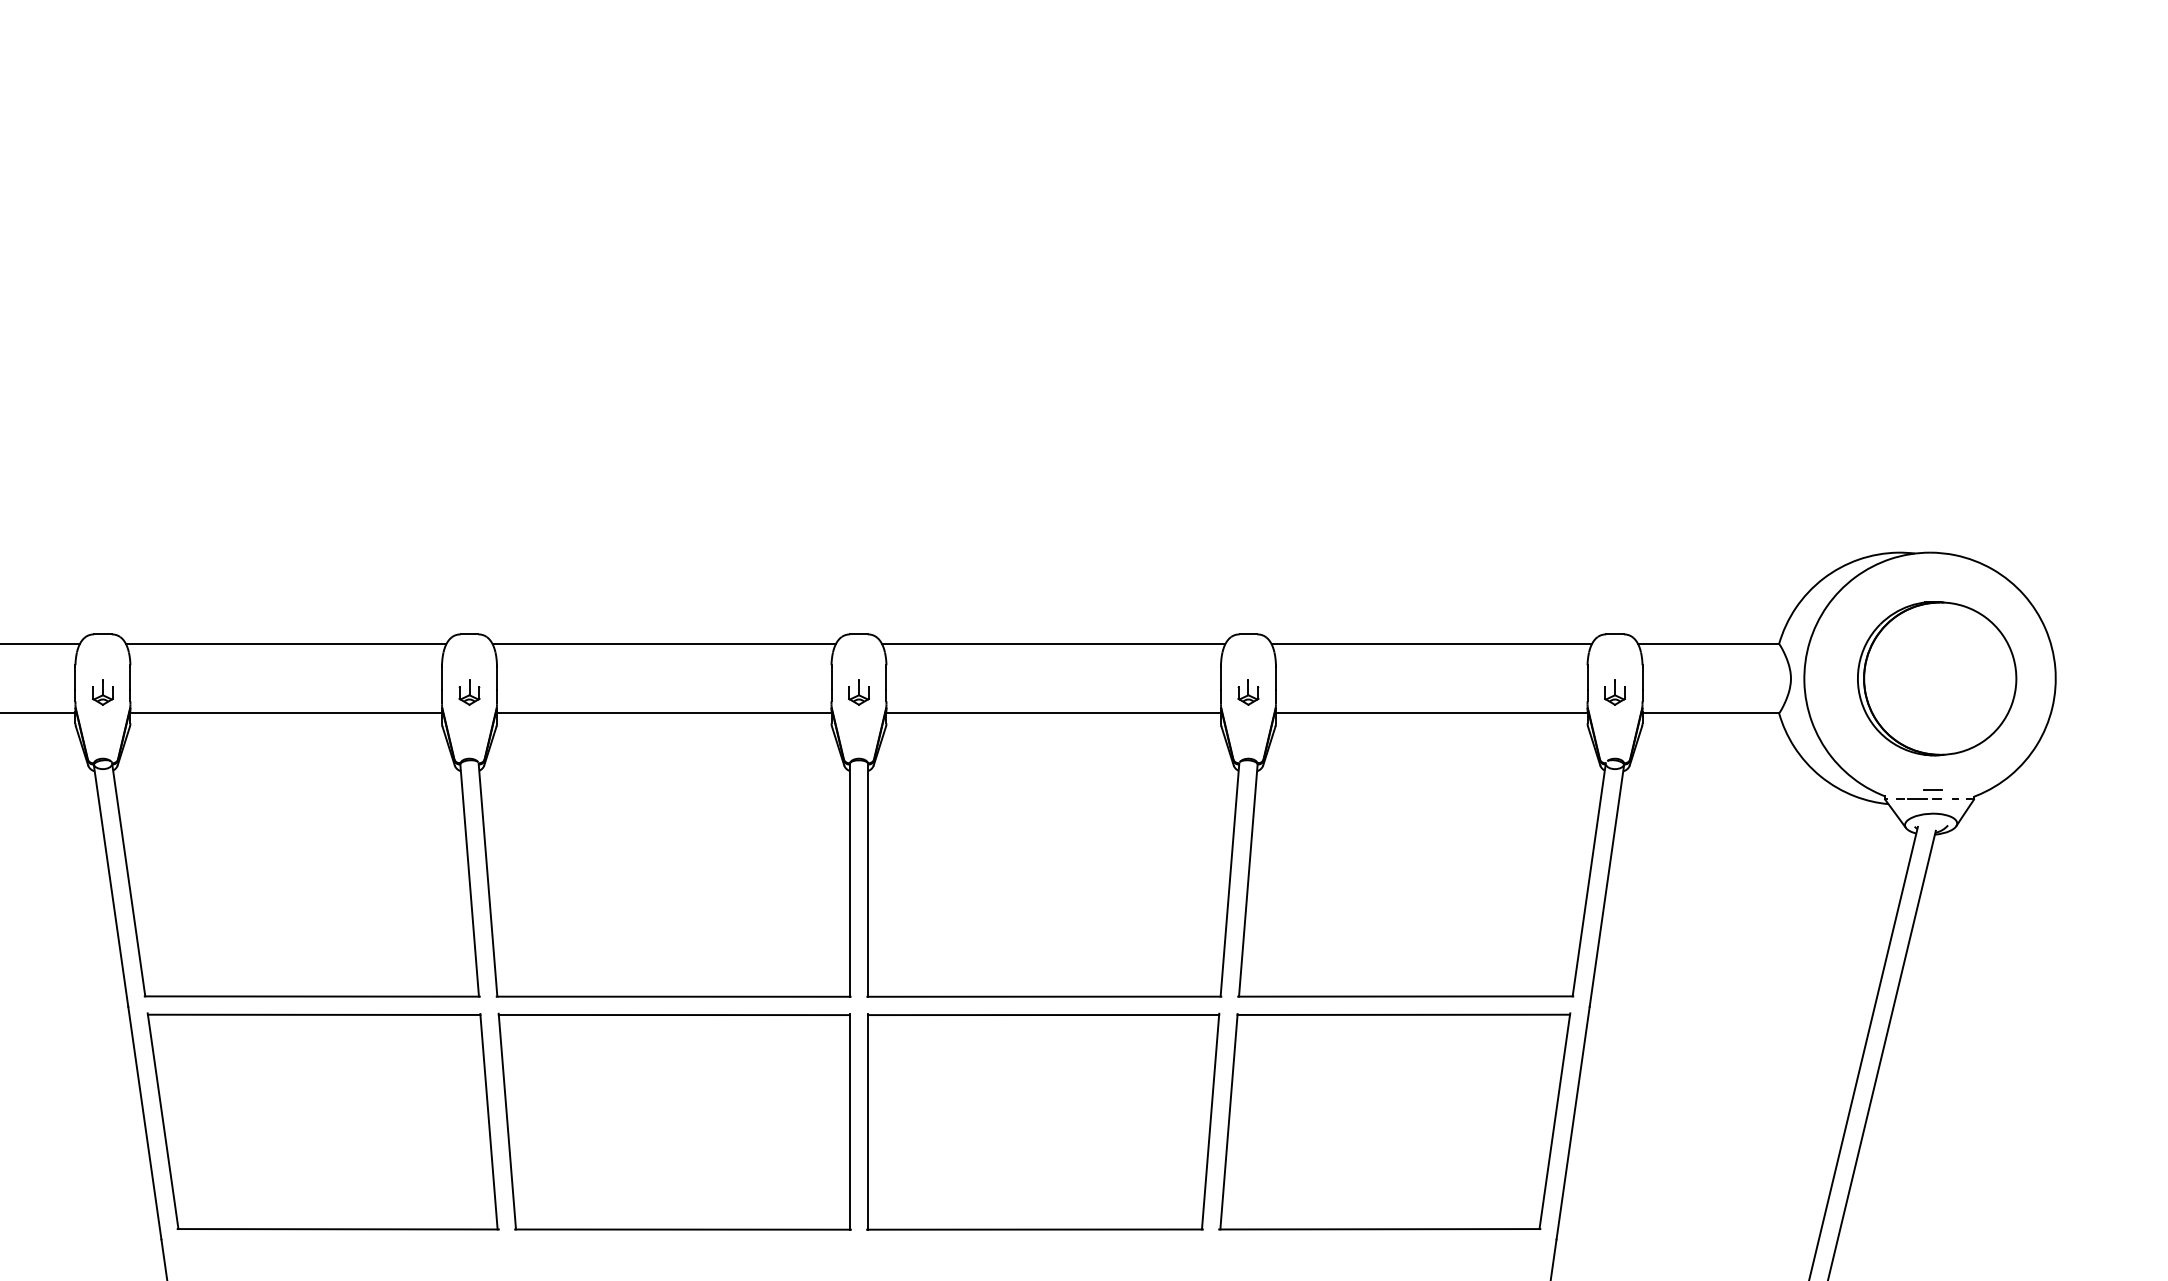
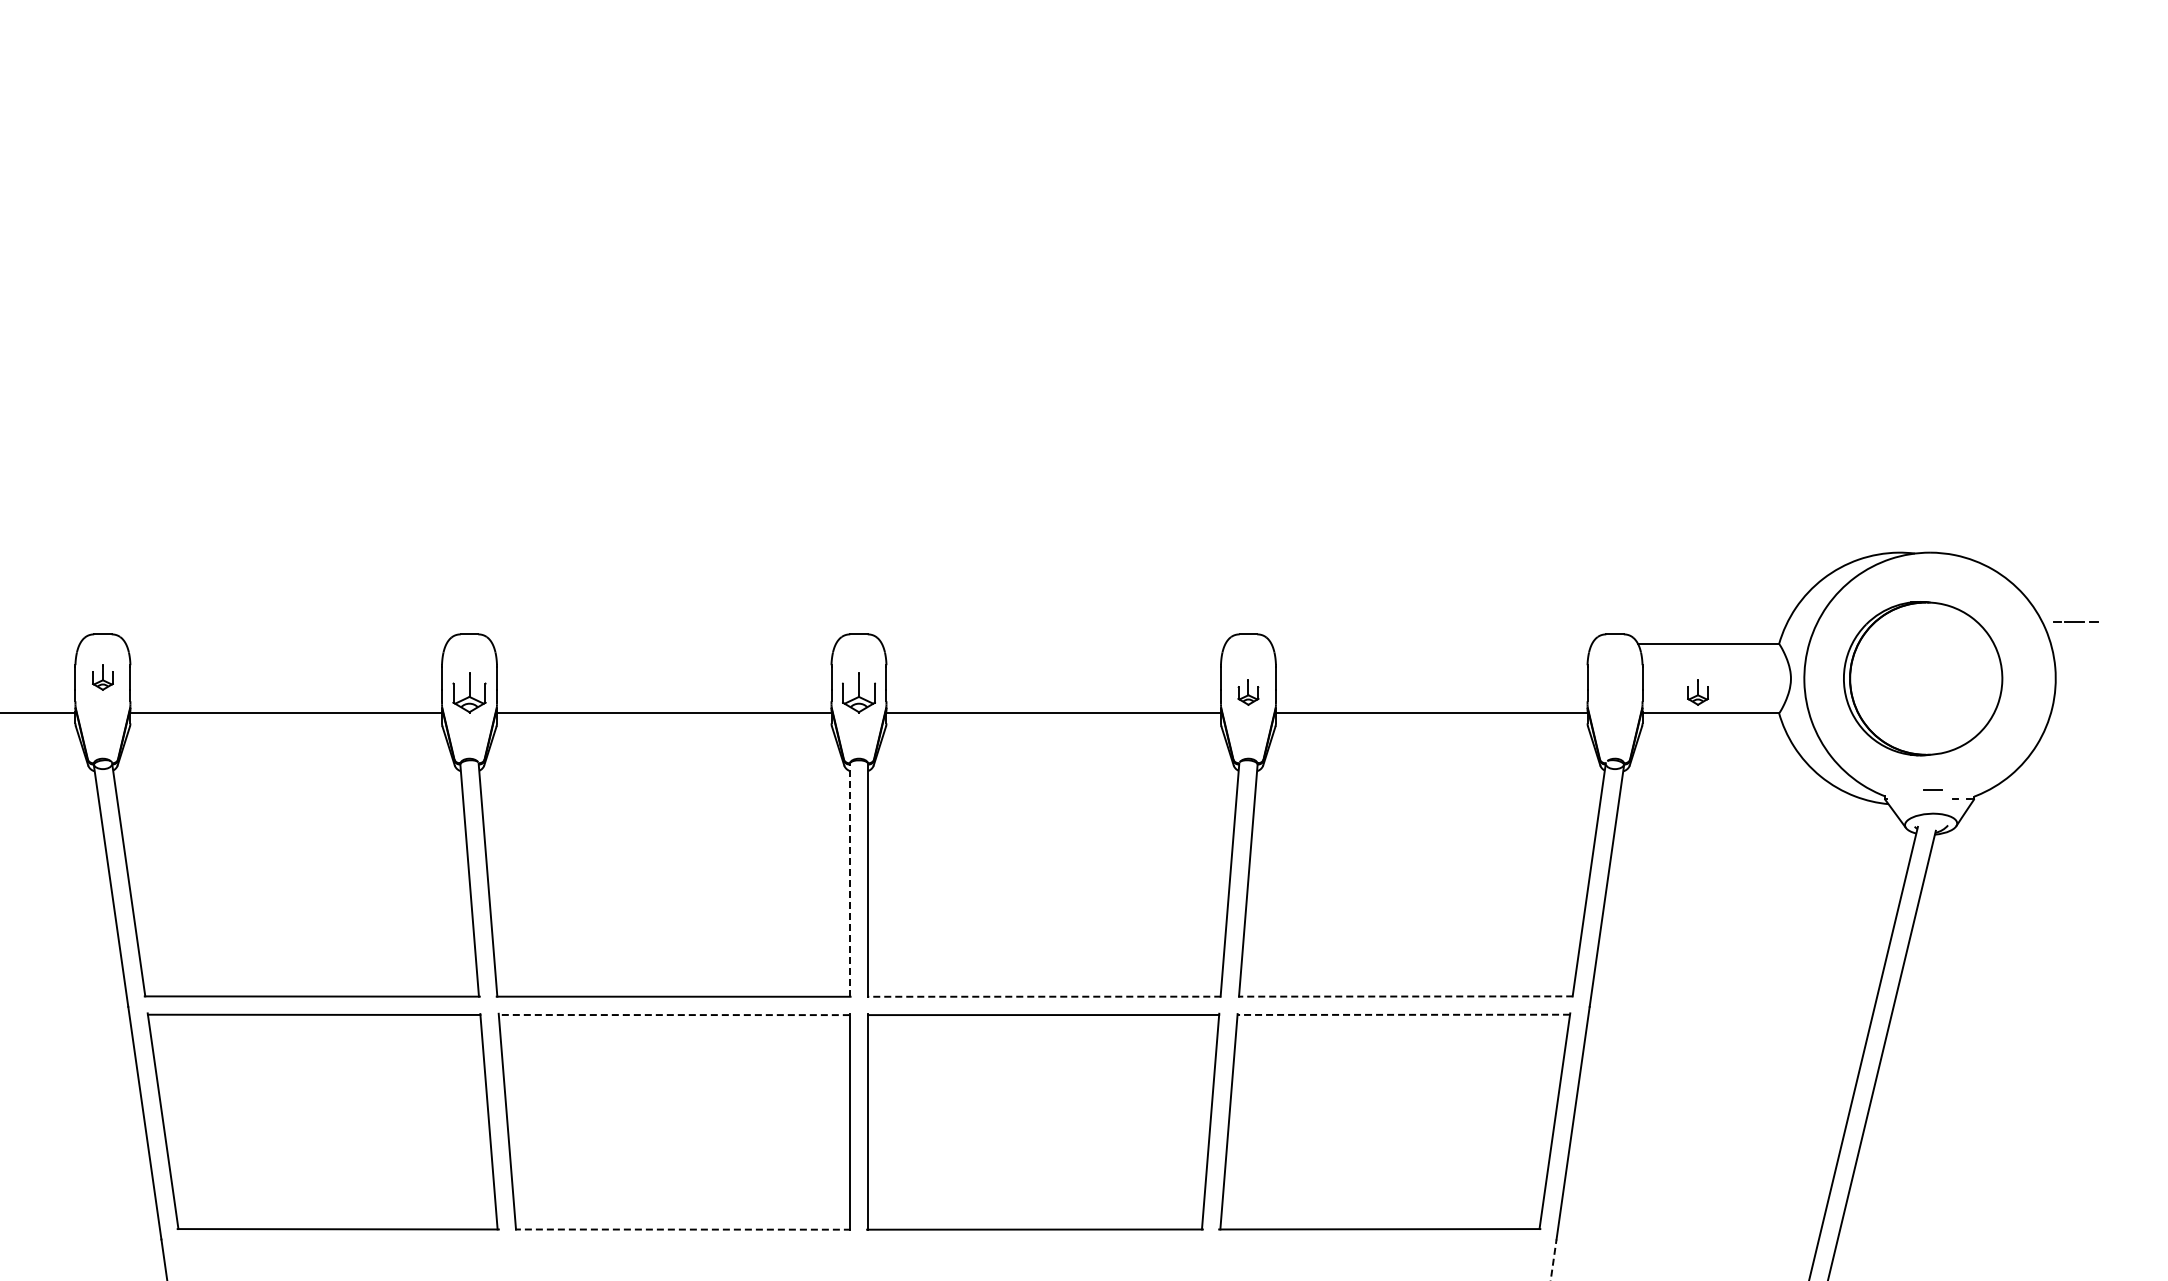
line at (40, 644): present -> none
line at (286, 644): present -> none
line at (663, 644): present -> none
line at (1053, 644): present -> none
line at (1431, 644): present -> none
part at (1937, 678) position: (1937, 678) -> (1923, 678)
part at (102, 692) position: (102, 692) -> (102, 677)
part at (469, 692) size: 23x27 px -> 35x42 px
part at (858, 692) size: 22x27 px -> 34x42 px
part at (1614, 692) position: (1614, 692) -> (1697, 692)
line at (1918, 798) position: (1918, 798) -> (2075, 621)
line at (849, 879): solid -> dashed
line at (1044, 996): solid -> dashed
line at (1405, 996): solid -> dashed
line at (1403, 1014): solid -> dashed
line at (674, 1015): solid -> dashed
line at (683, 1229): solid -> dashed
line at (1553, 1260): solid -> dashed
